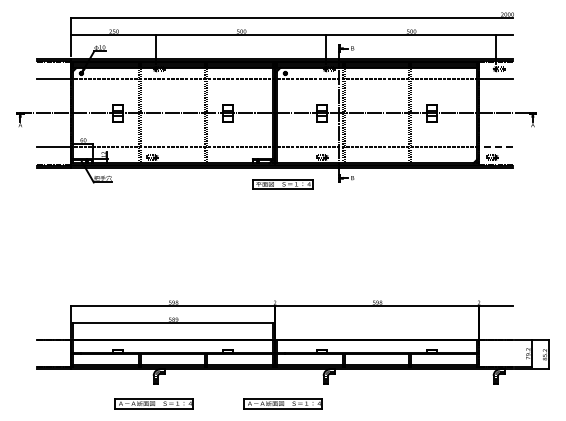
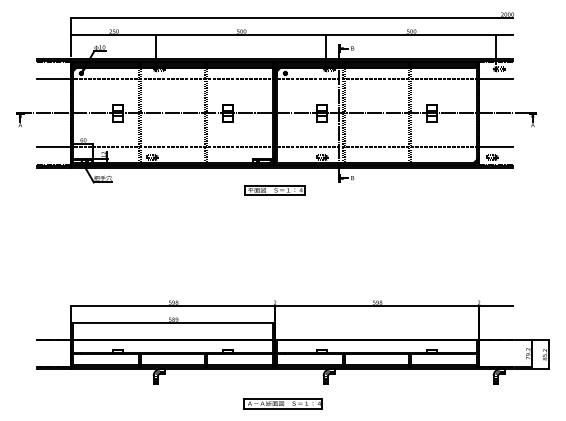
line at (495, 147): dashed -> solid
part at (282, 184) position: (282, 184) -> (274, 190)
part at (153, 403): present -> none
